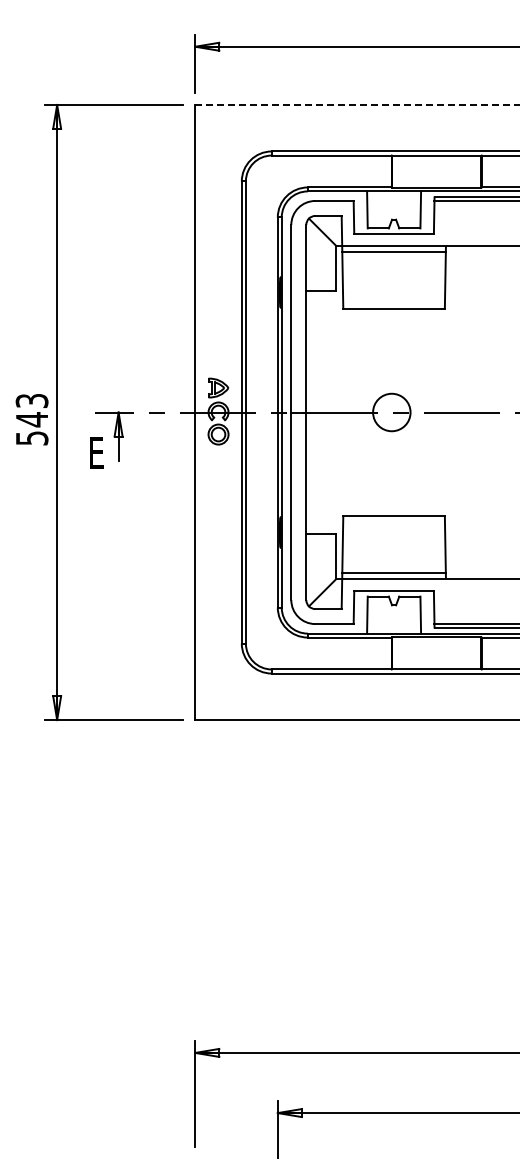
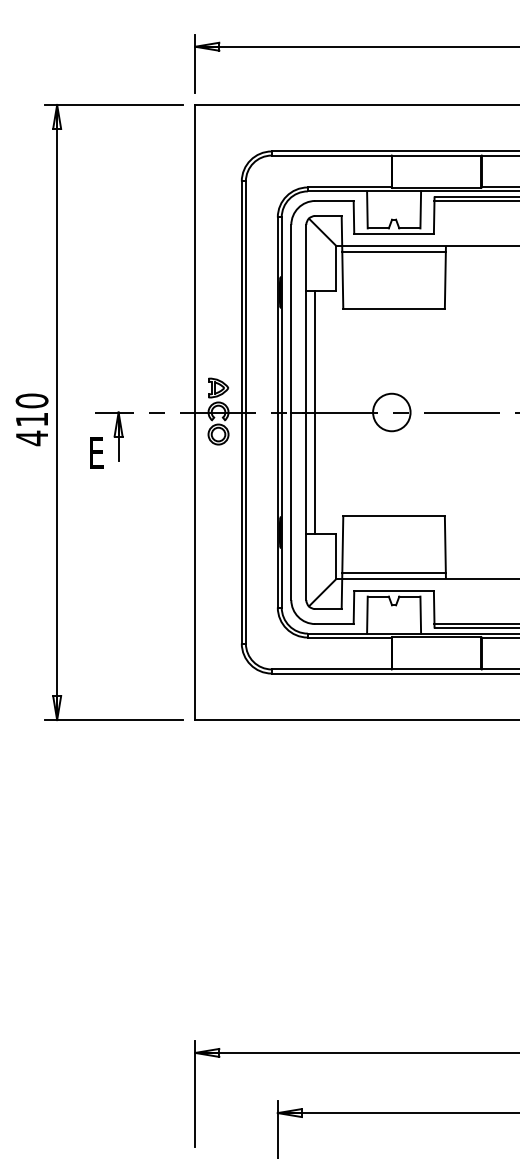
line at (357, 104): dashed -> solid
line at (315, 412): none -> present
text at (31, 419): 543 -> 410
